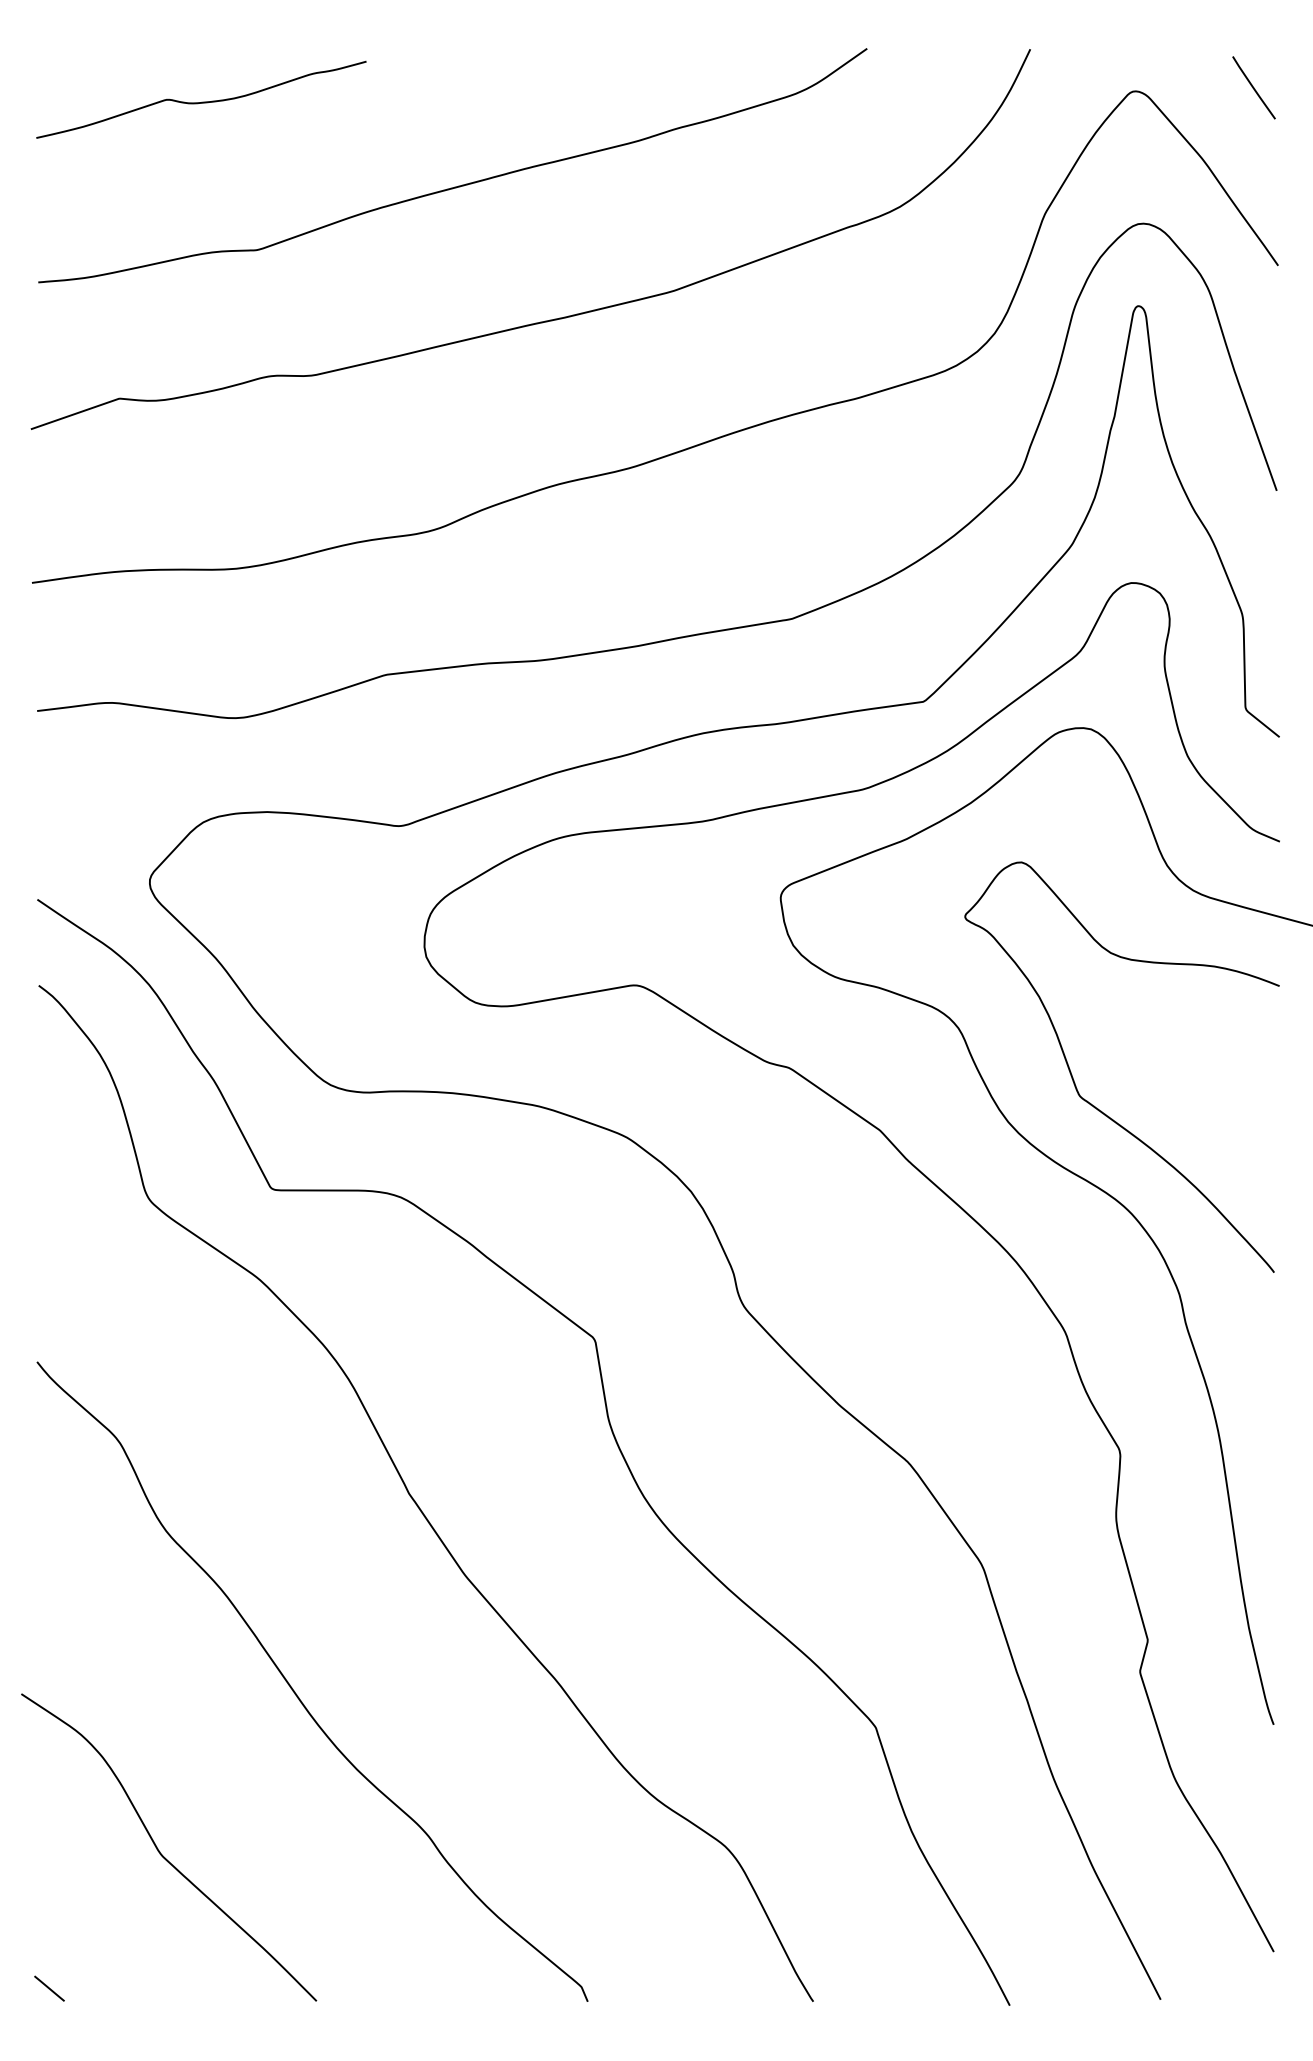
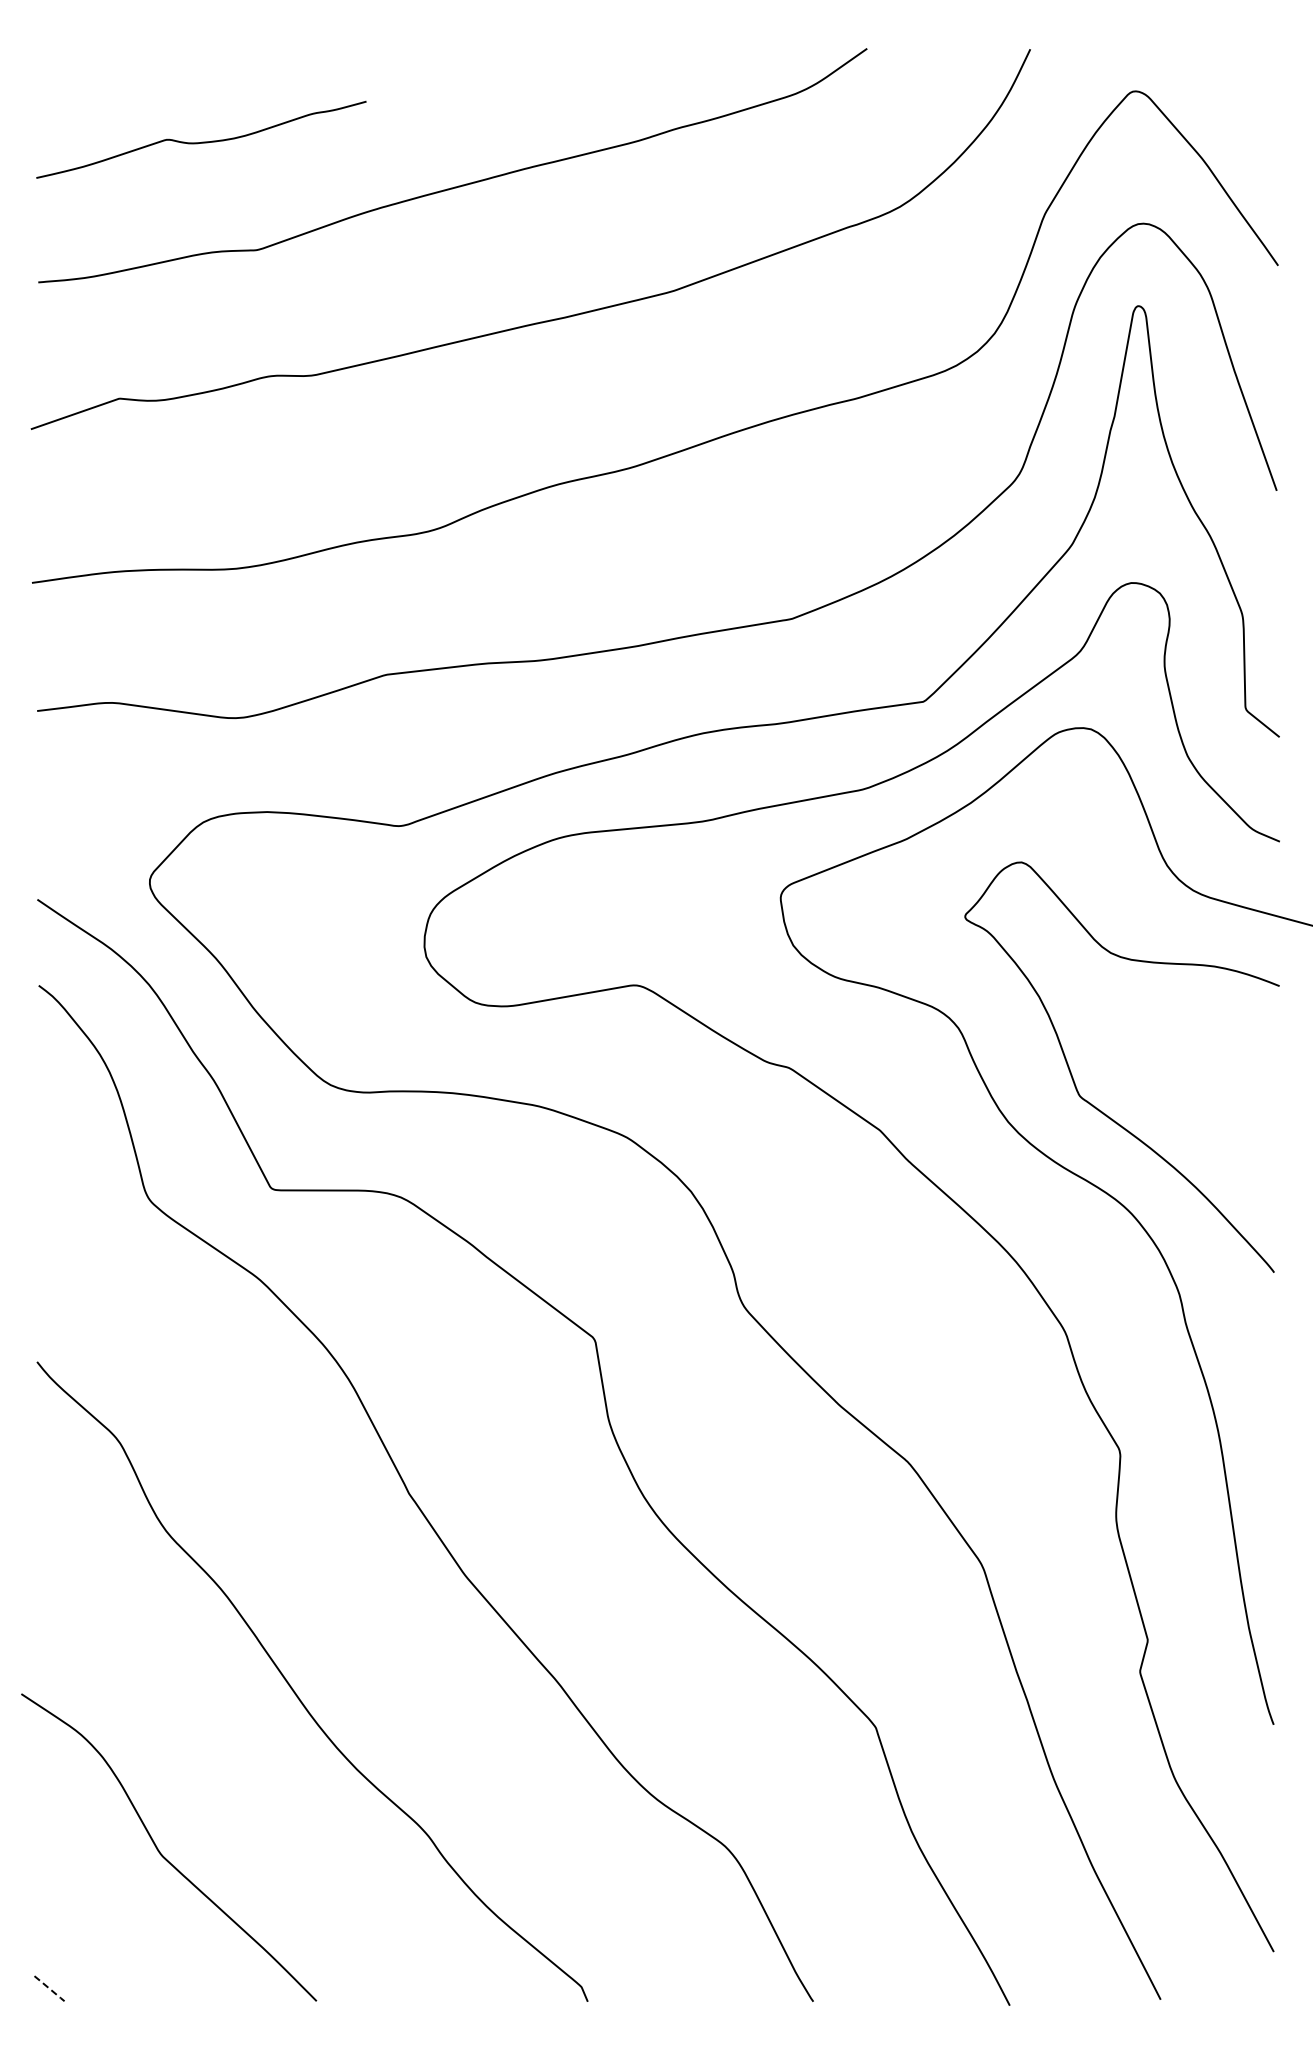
line at (1253, 87): present -> none
curve at (202, 101) position: (202, 101) -> (202, 141)
line at (50, 1989): solid -> dashed
